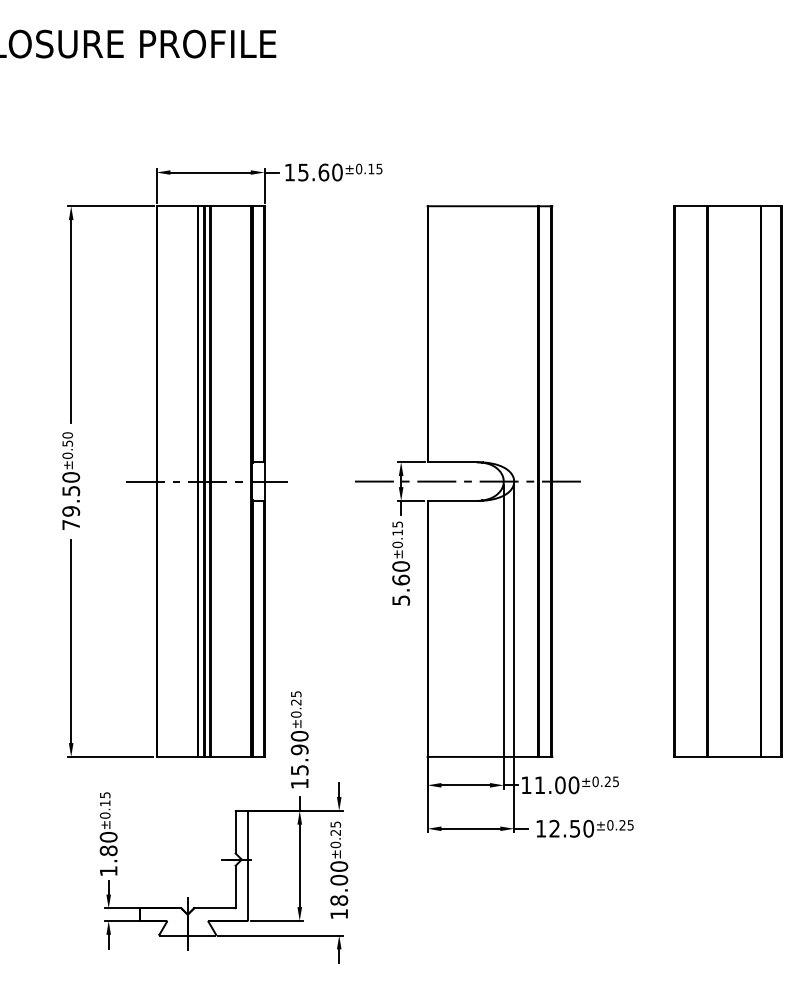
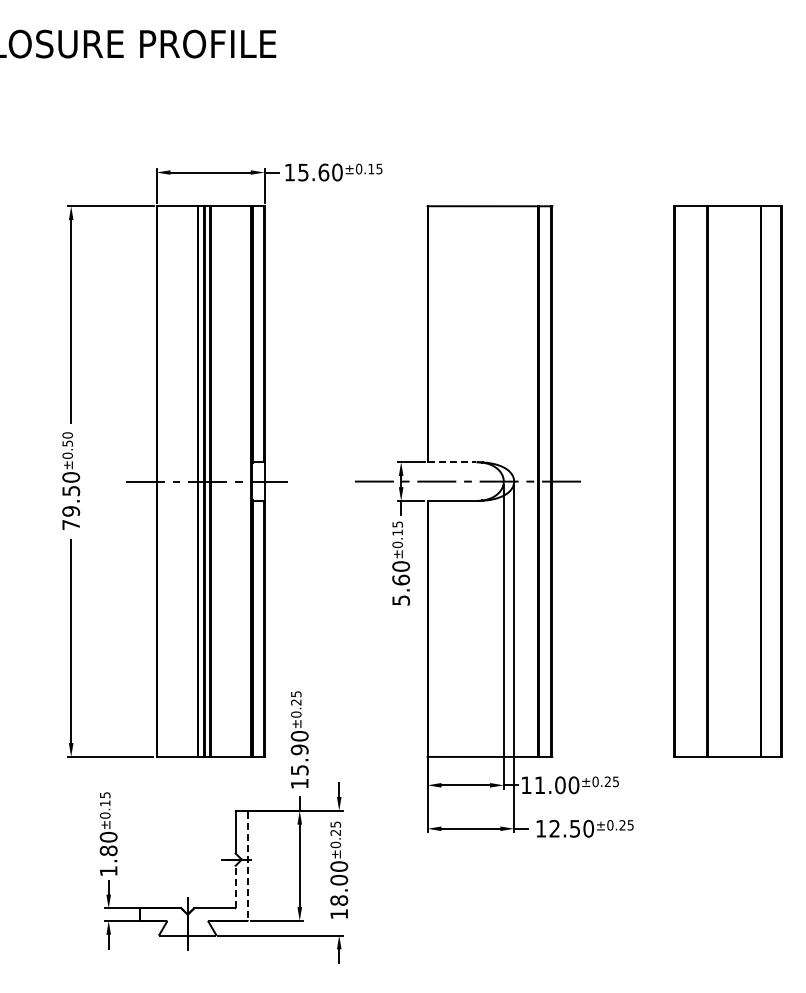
line at (452, 462): solid -> dashed
line at (248, 866): solid -> dashed
line at (235, 886): solid -> dashed
